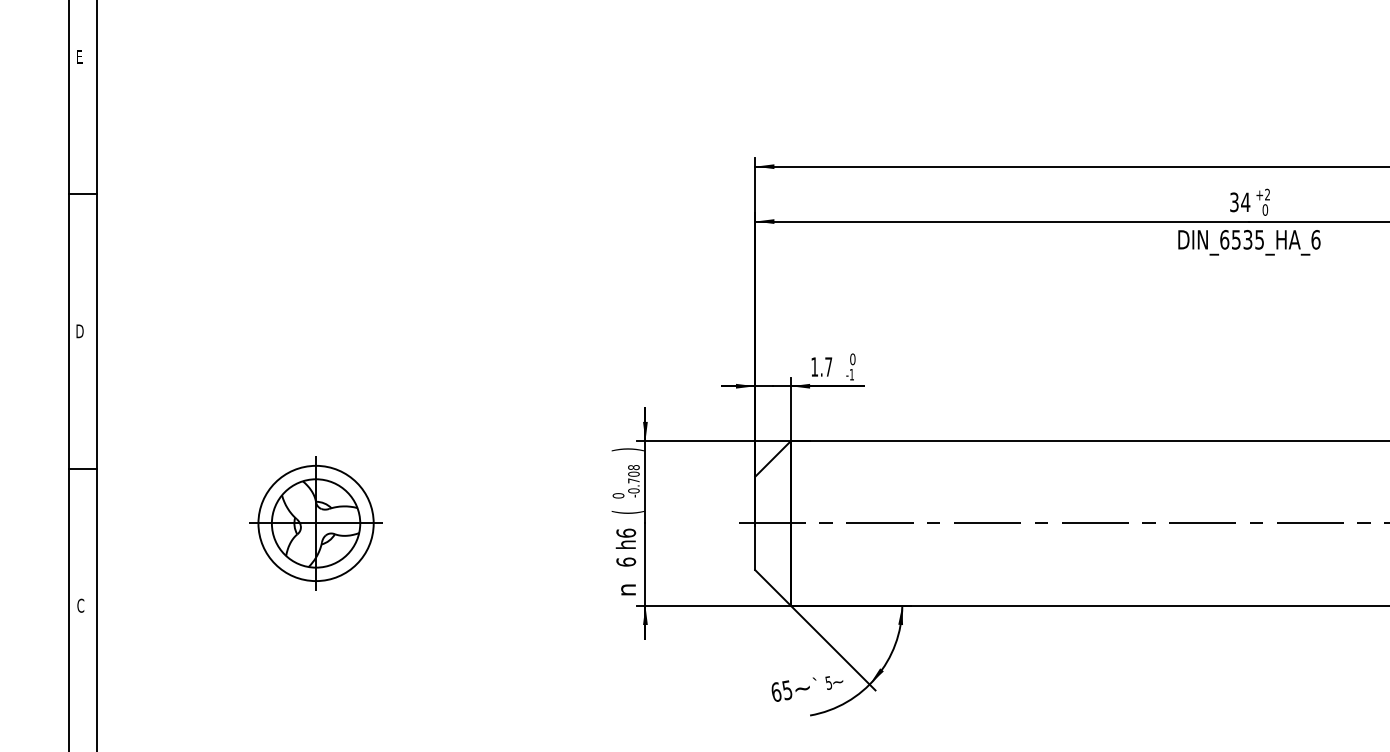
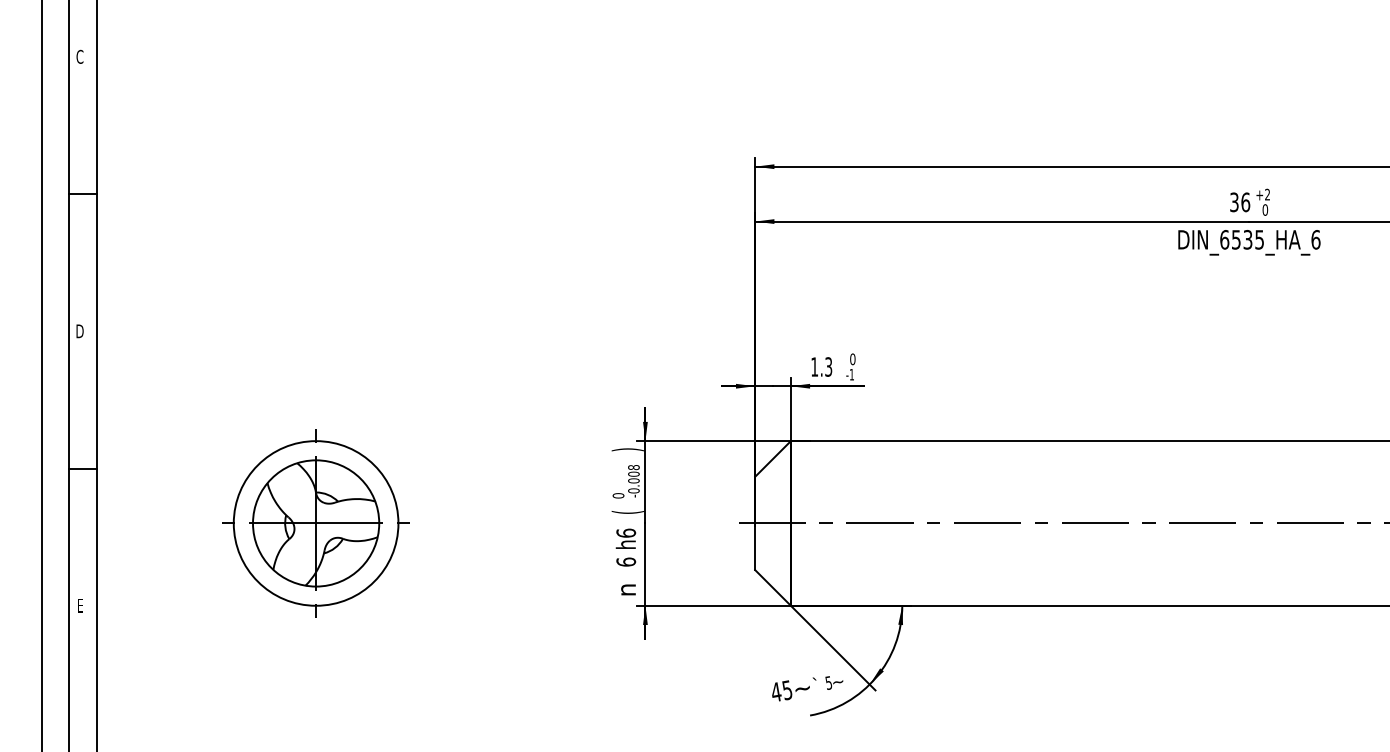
text at (79, 56): E -> C
text at (1245, 202): 34 -> 36
text at (828, 366): 1.7 -> 1.3
line at (41, 375): none -> present
text at (633, 480): -0.708 -> -0.008
part at (315, 523) size: 134x135 px -> 188x189 px
text at (80, 605): C -> E
text at (776, 691): 65 -> 45
